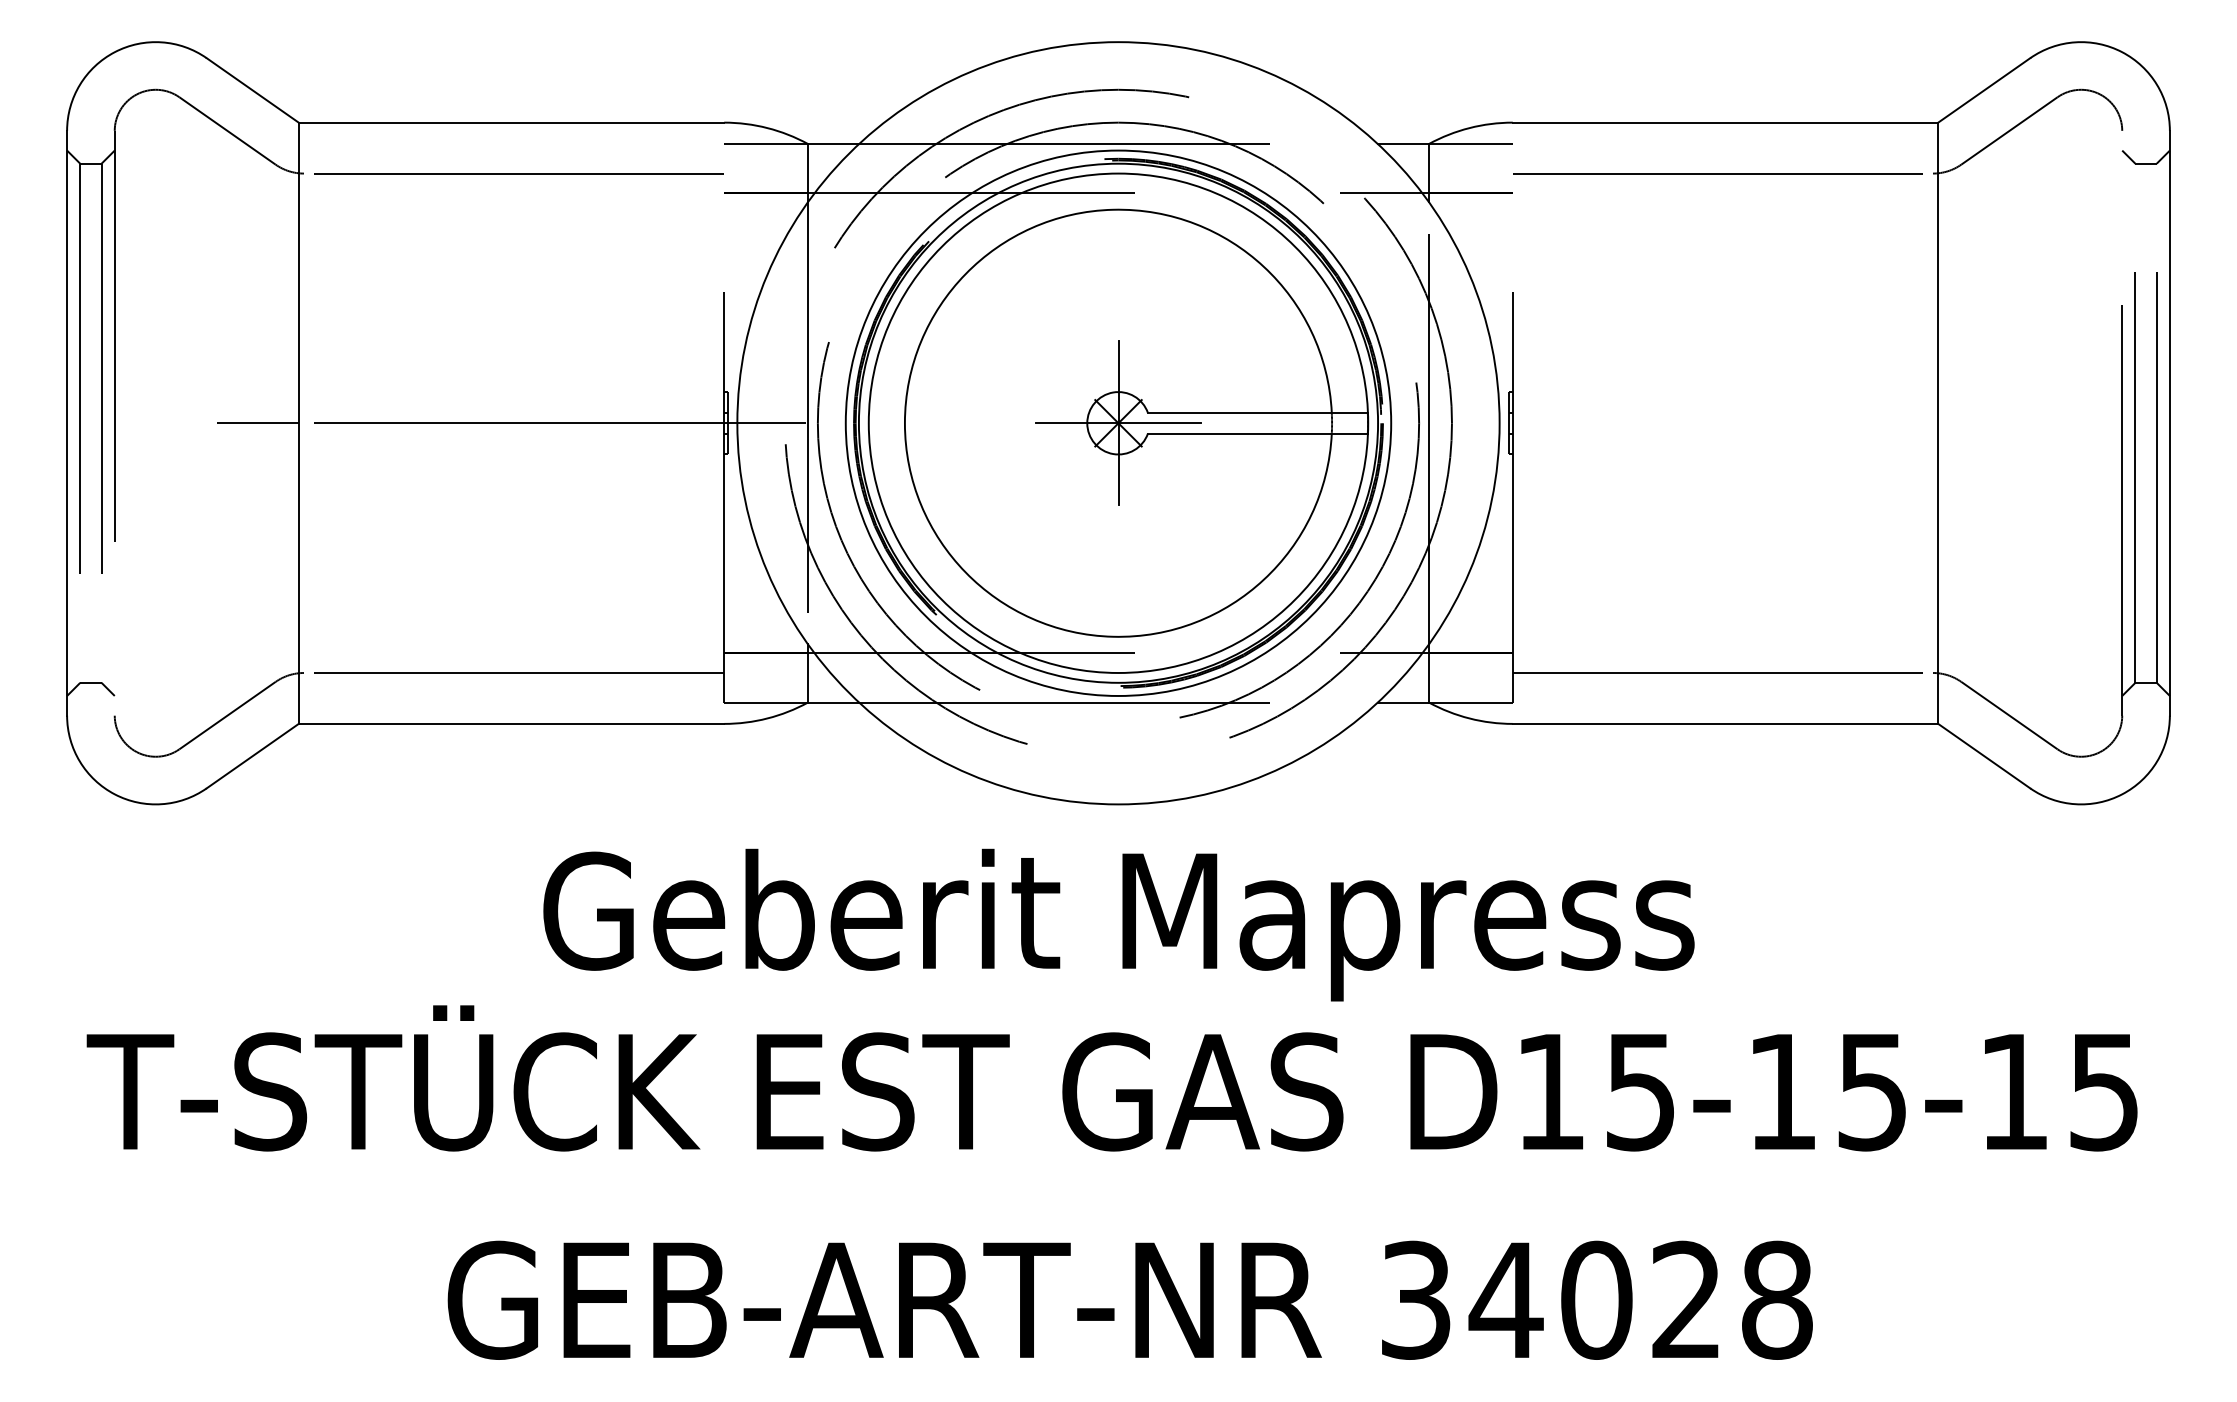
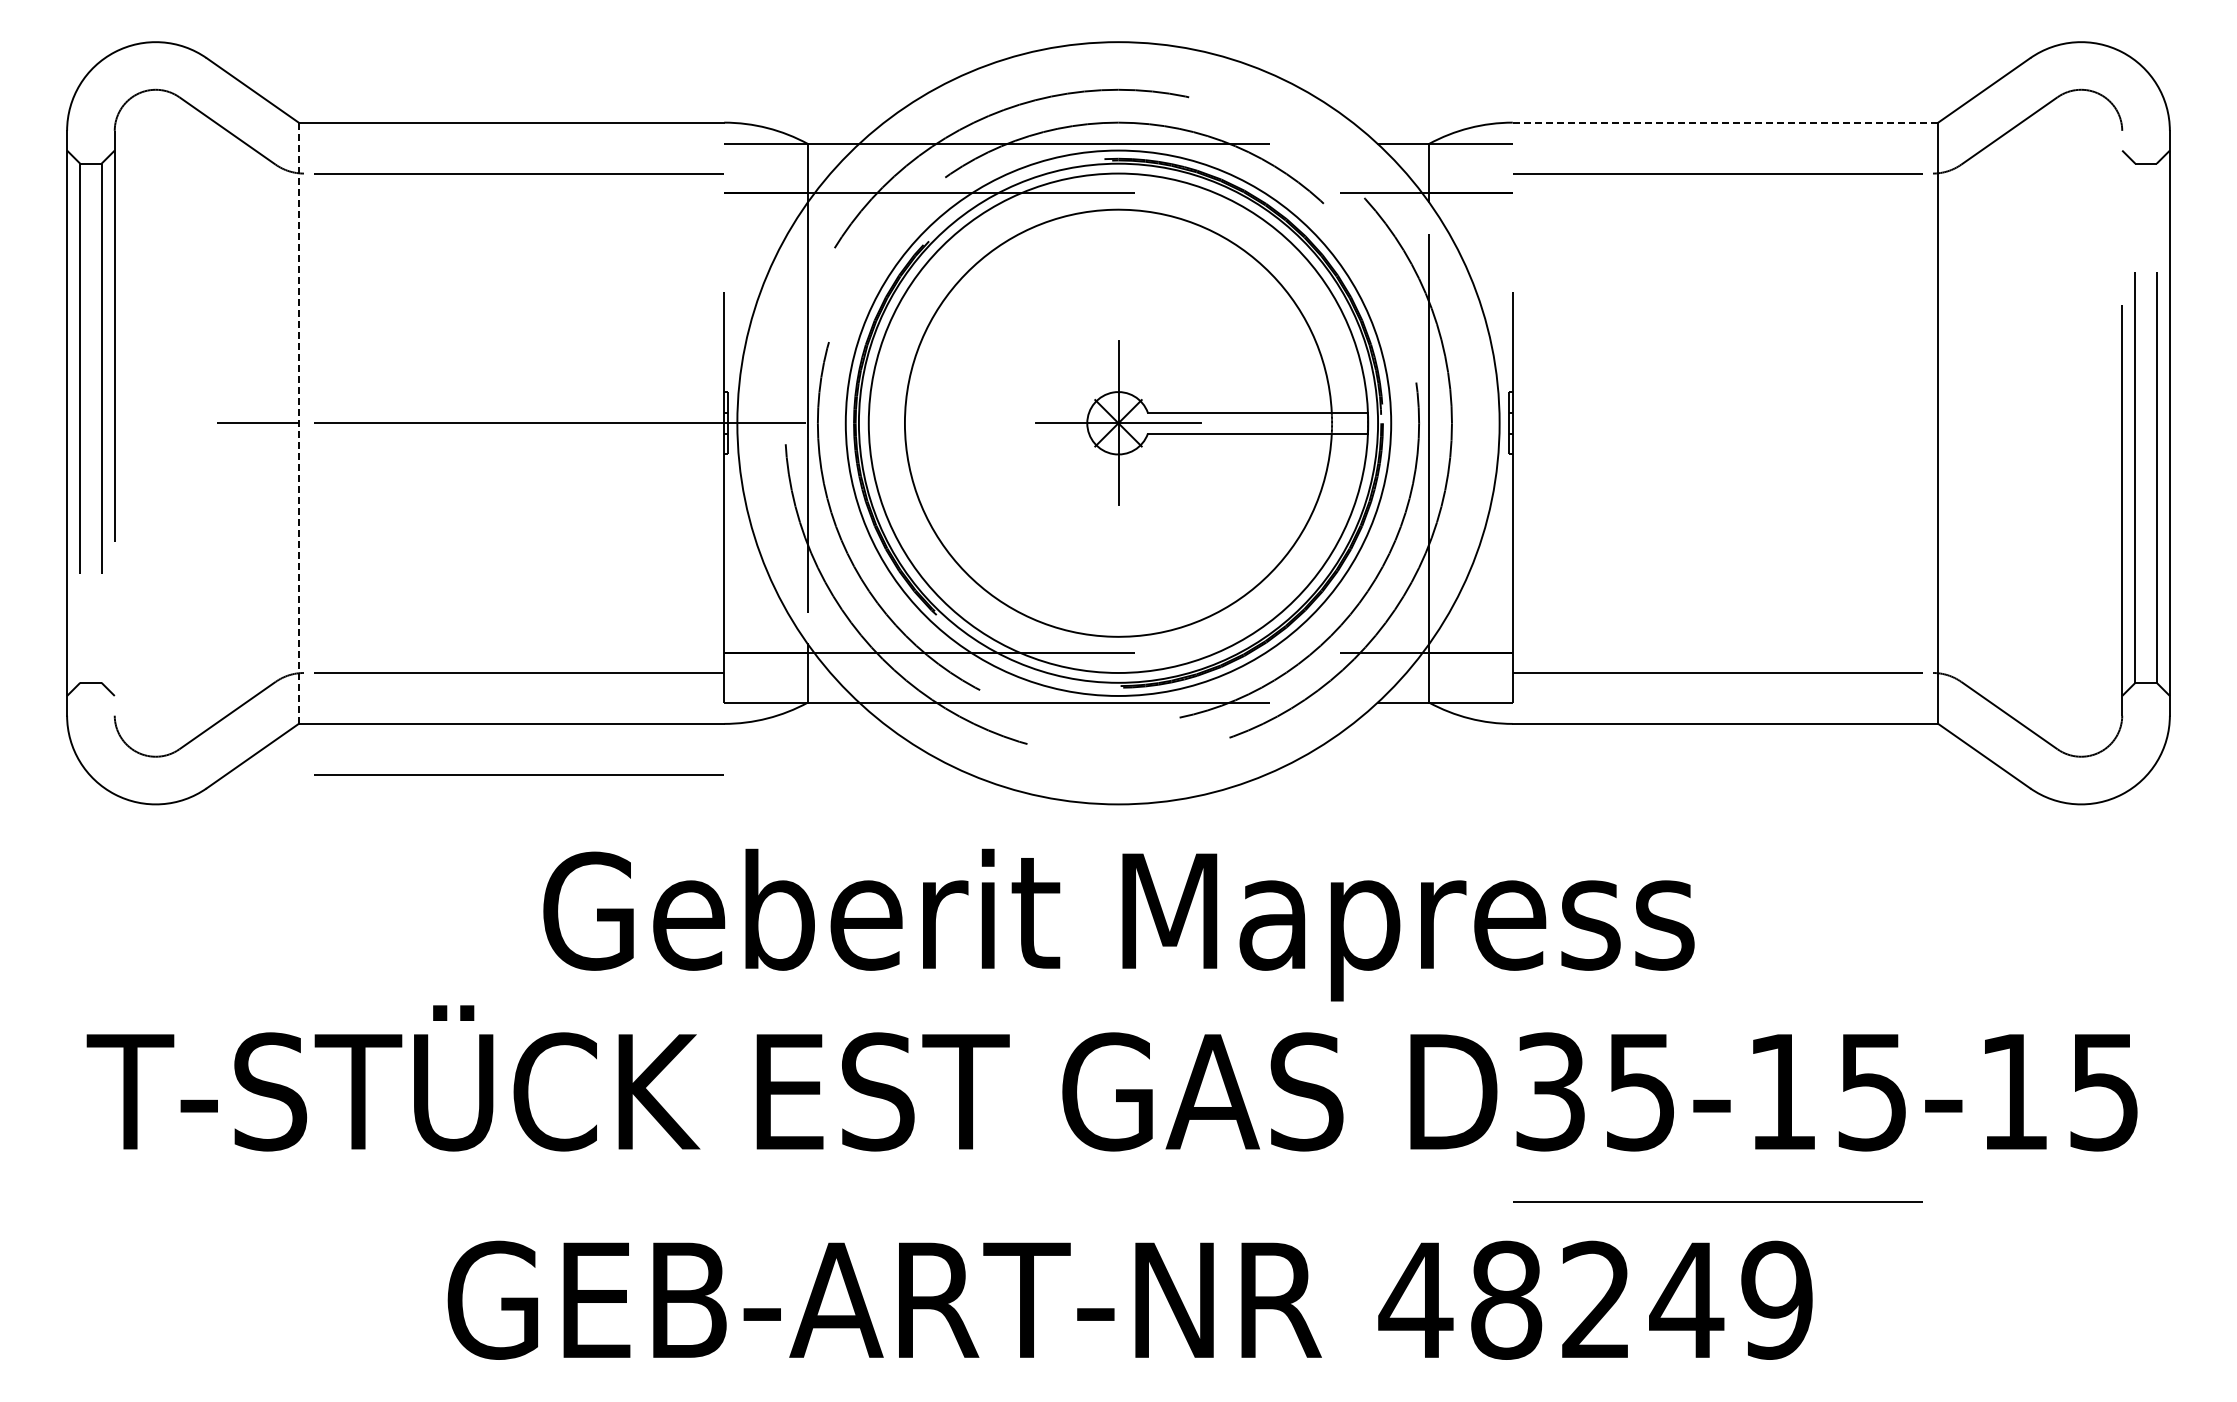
line at (1725, 122): solid -> dashed
line at (298, 423): solid -> dashed
line at (518, 774): none -> present
text at (1550, 1091): D15-15-15 -> D35-15-15
line at (1717, 1201): none -> present
text at (1595, 1299): 34028 -> 48249
